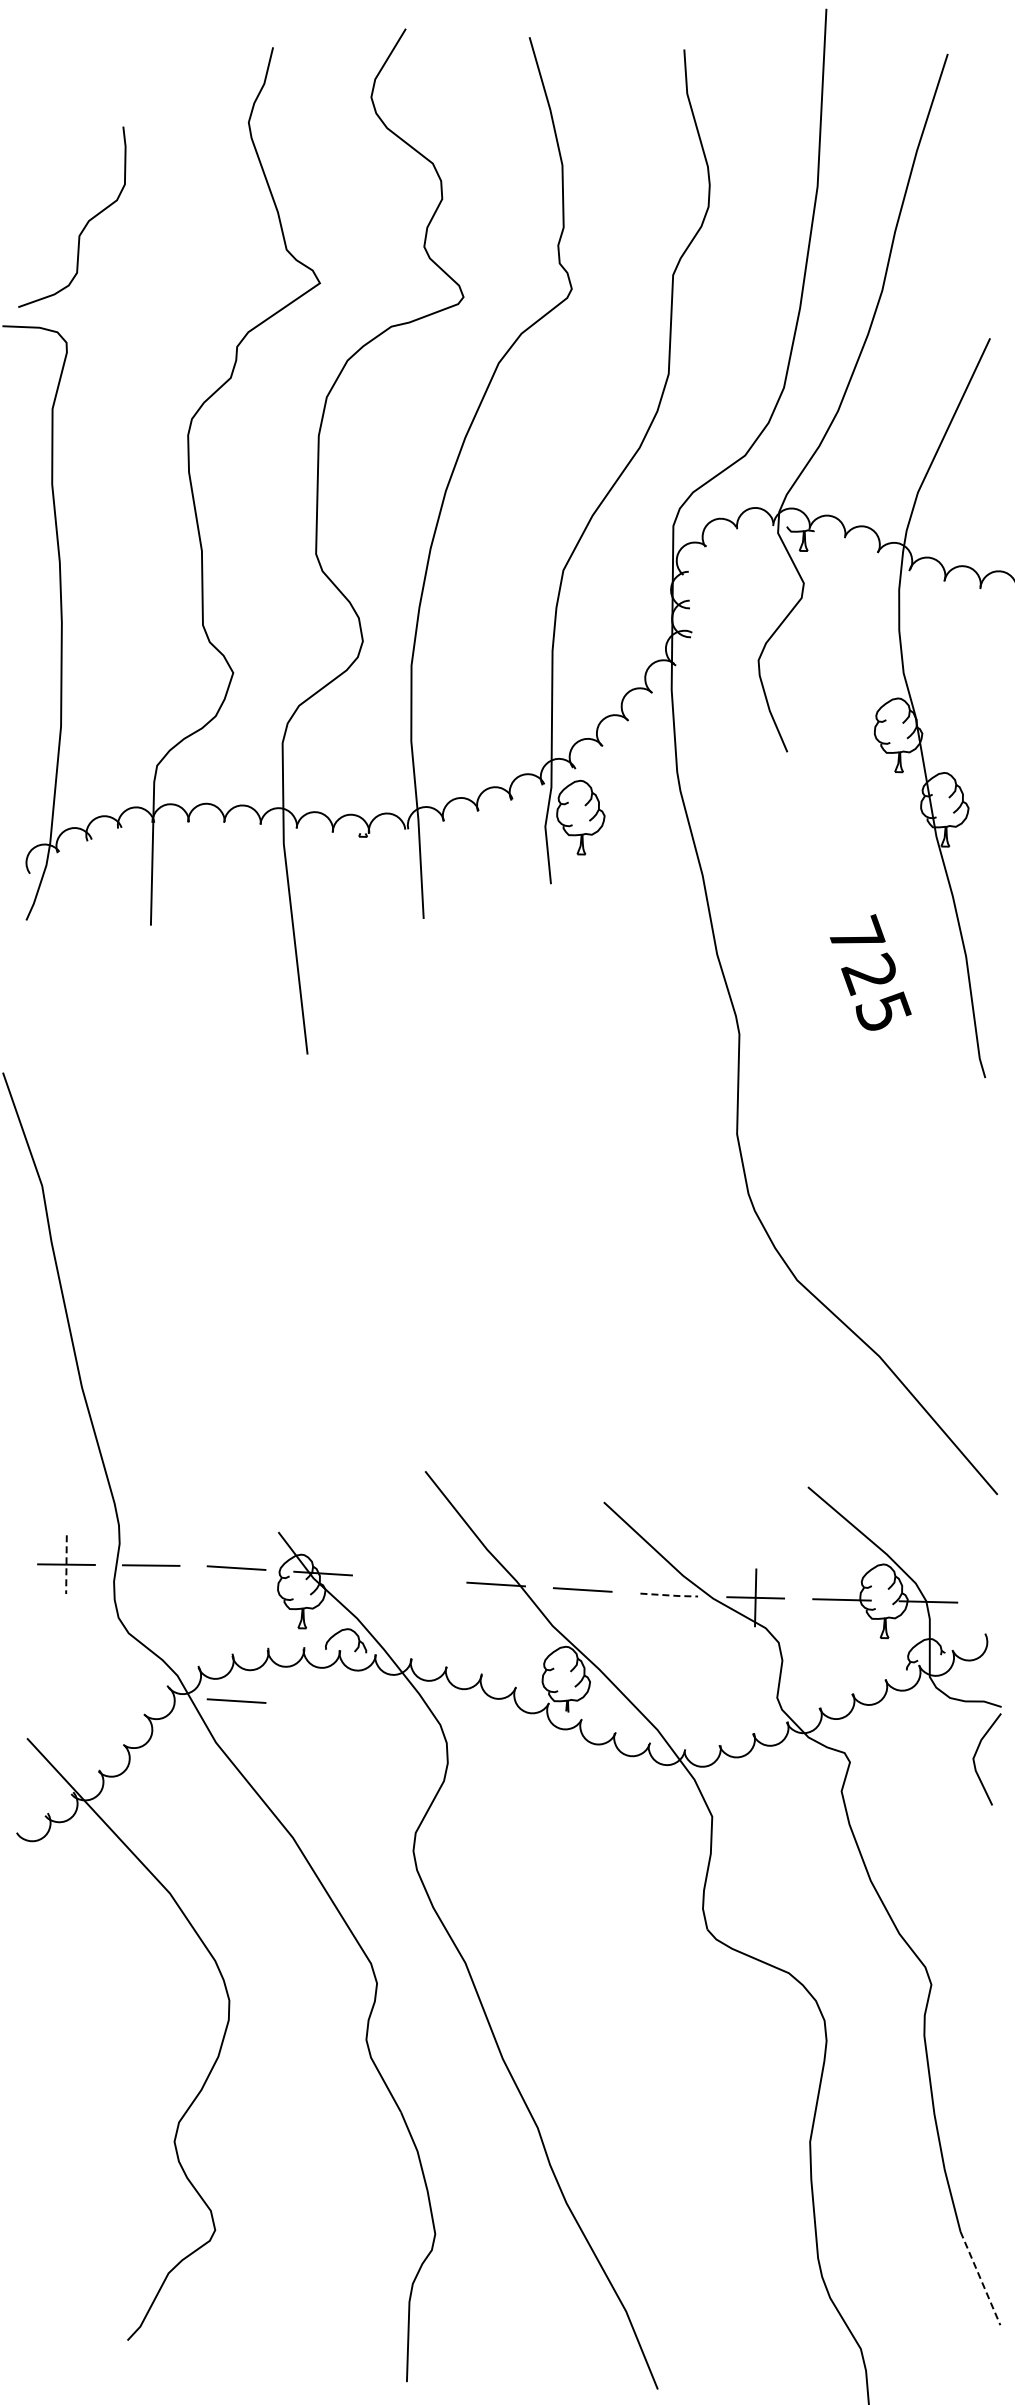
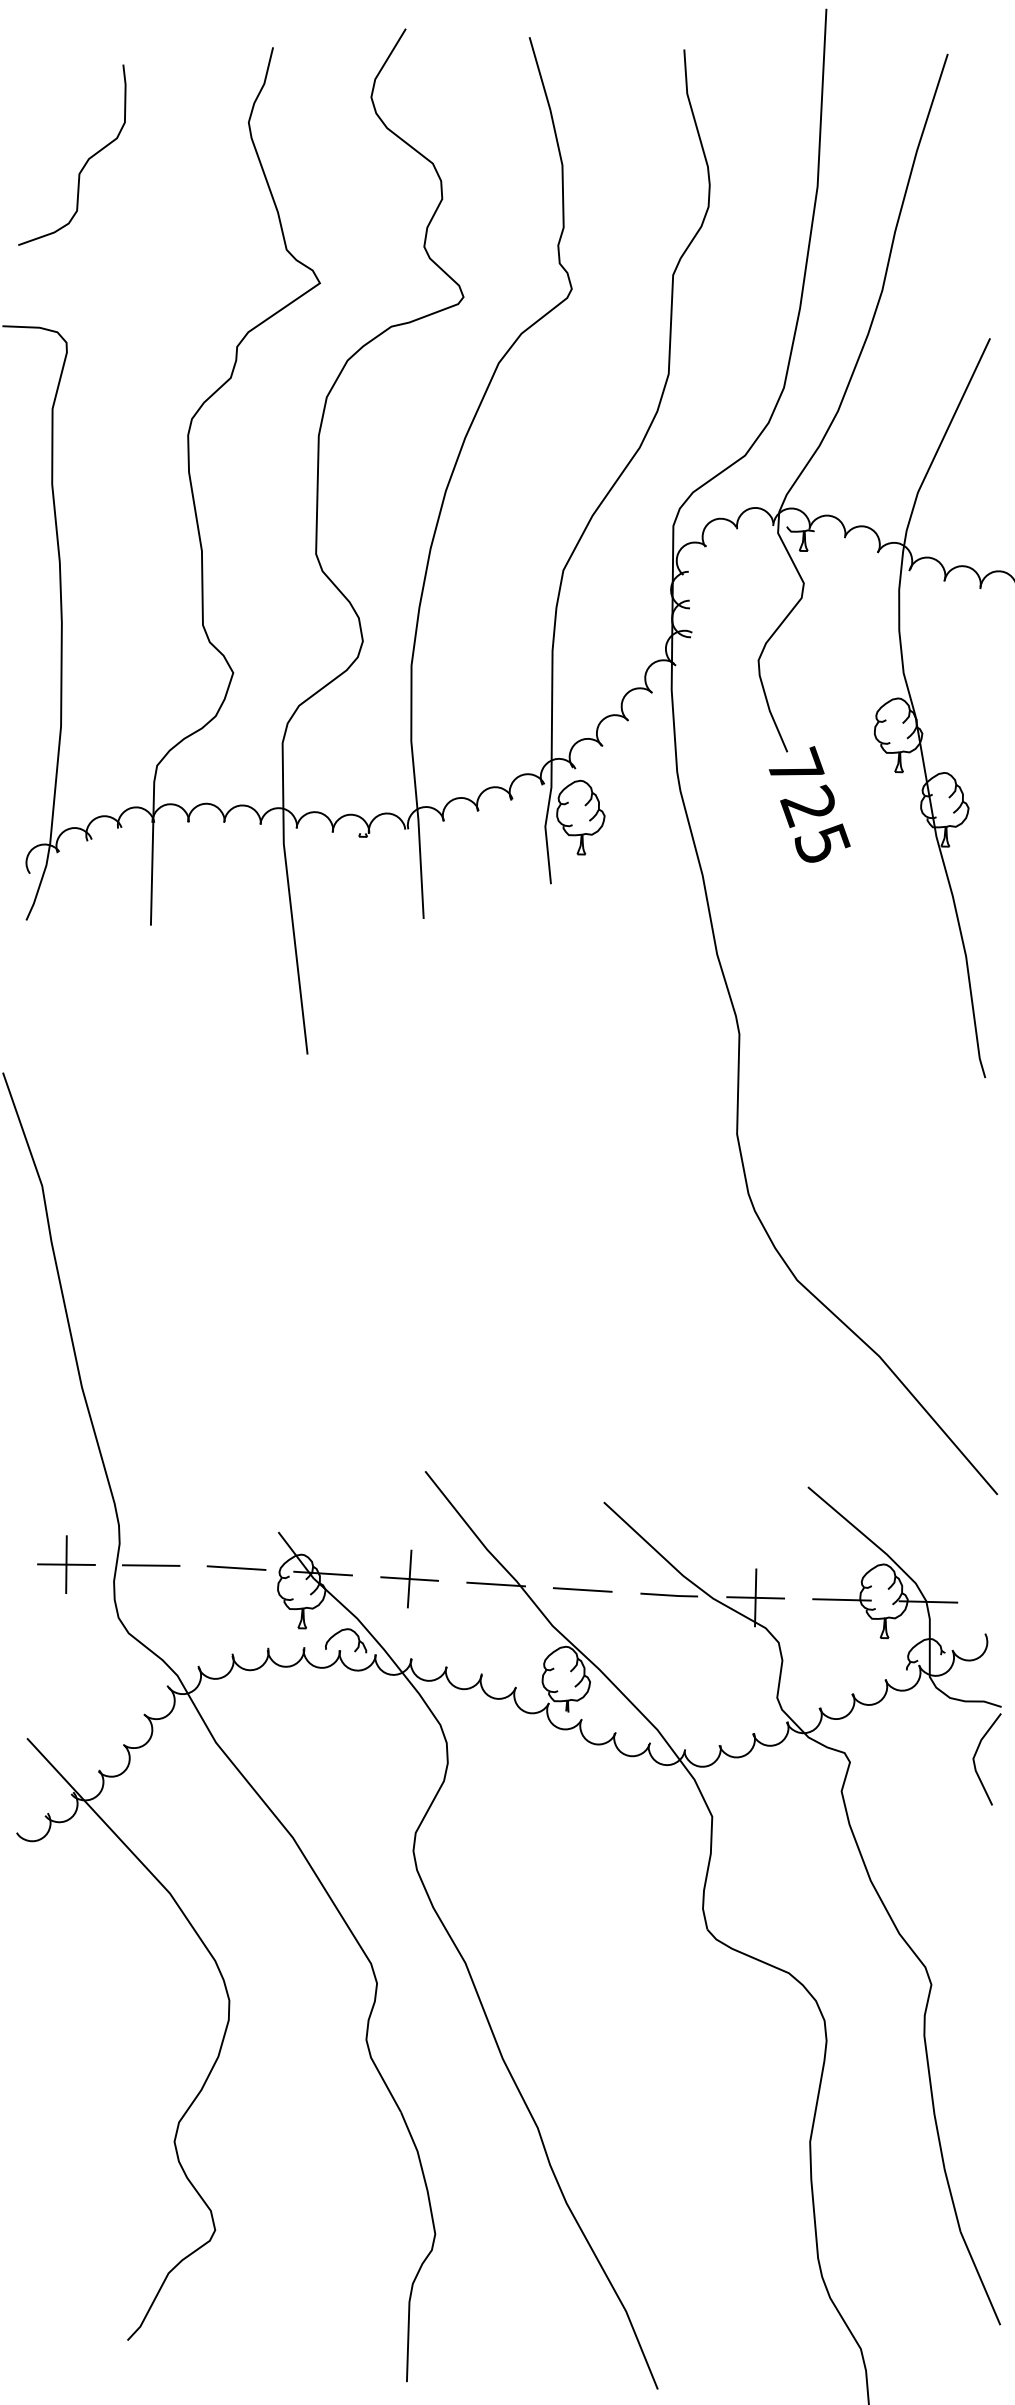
curve at (86, 222) position: (86, 222) -> (86, 160)
text at (870, 972) position: (870, 972) -> (809, 804)
line at (66, 1564): dashed -> solid
part at (409, 1578): none -> present
line at (670, 1595): dashed -> solid
line at (236, 1700): present -> none
line at (980, 2278): dashed -> solid
